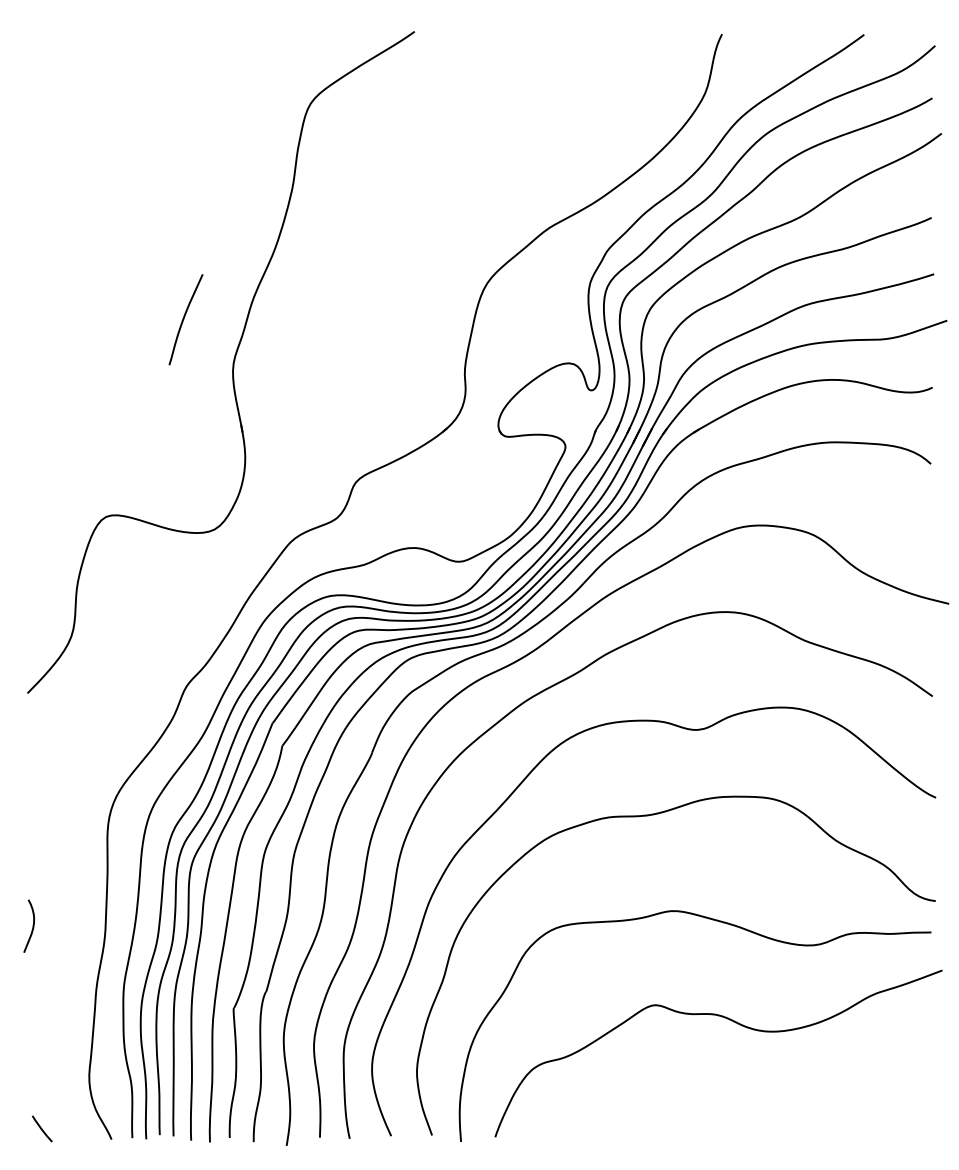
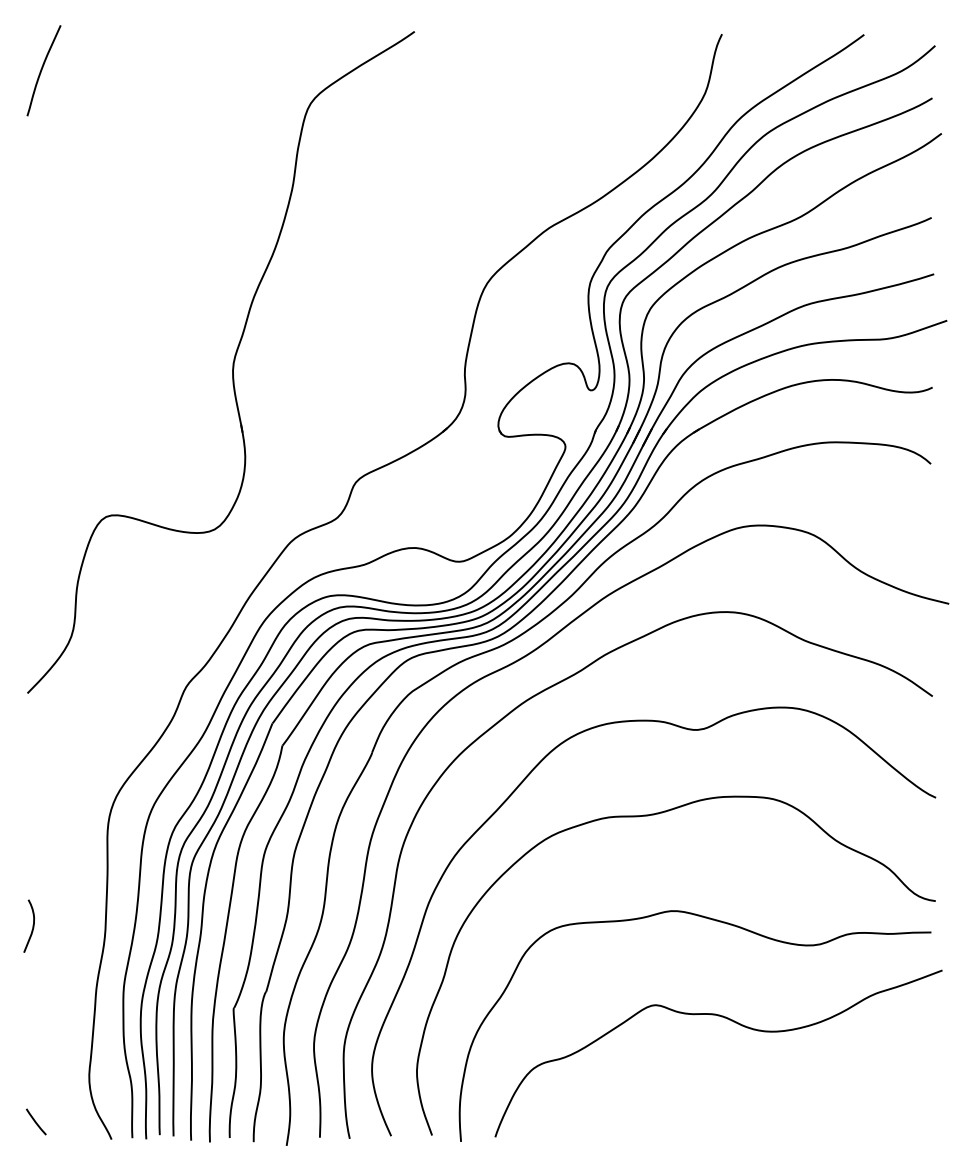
curve at (184, 319) position: (184, 319) -> (42, 70)
line at (42, 1128) position: (42, 1128) -> (36, 1121)
